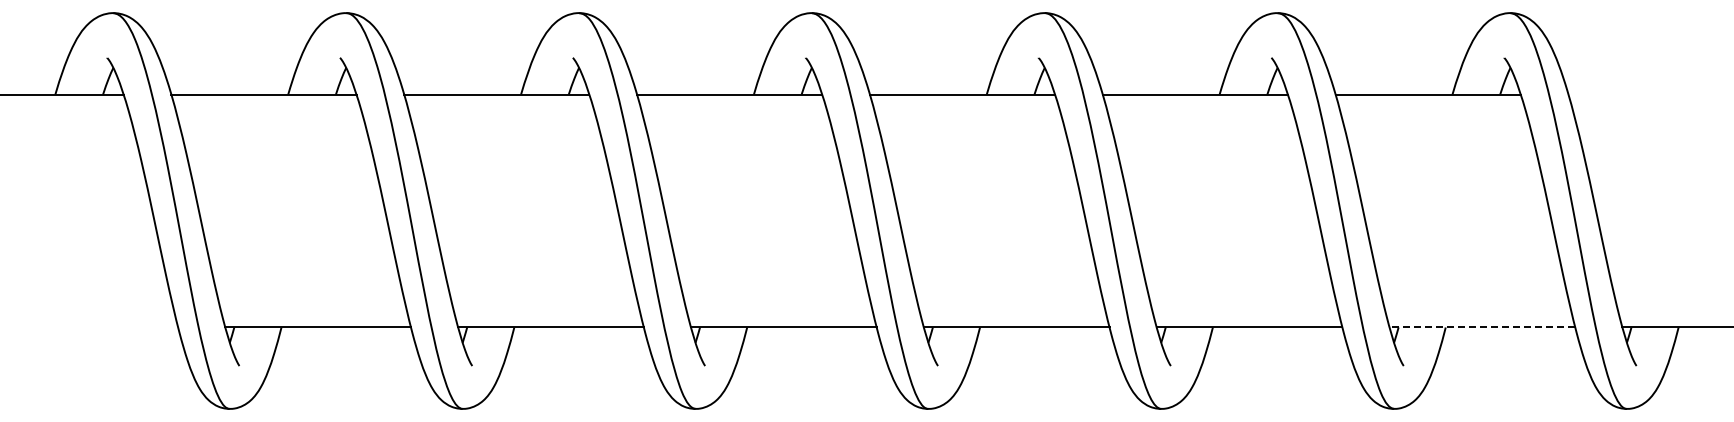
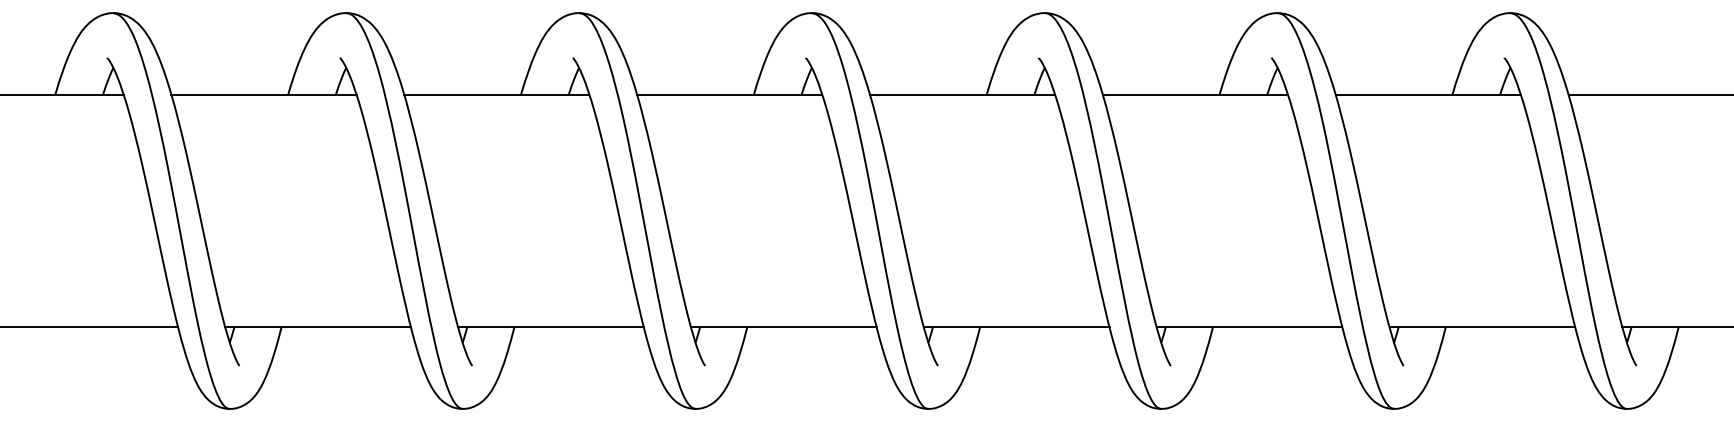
line at (1649, 94): none -> present
line at (90, 327): none -> present
line at (1482, 327): dashed -> solid
